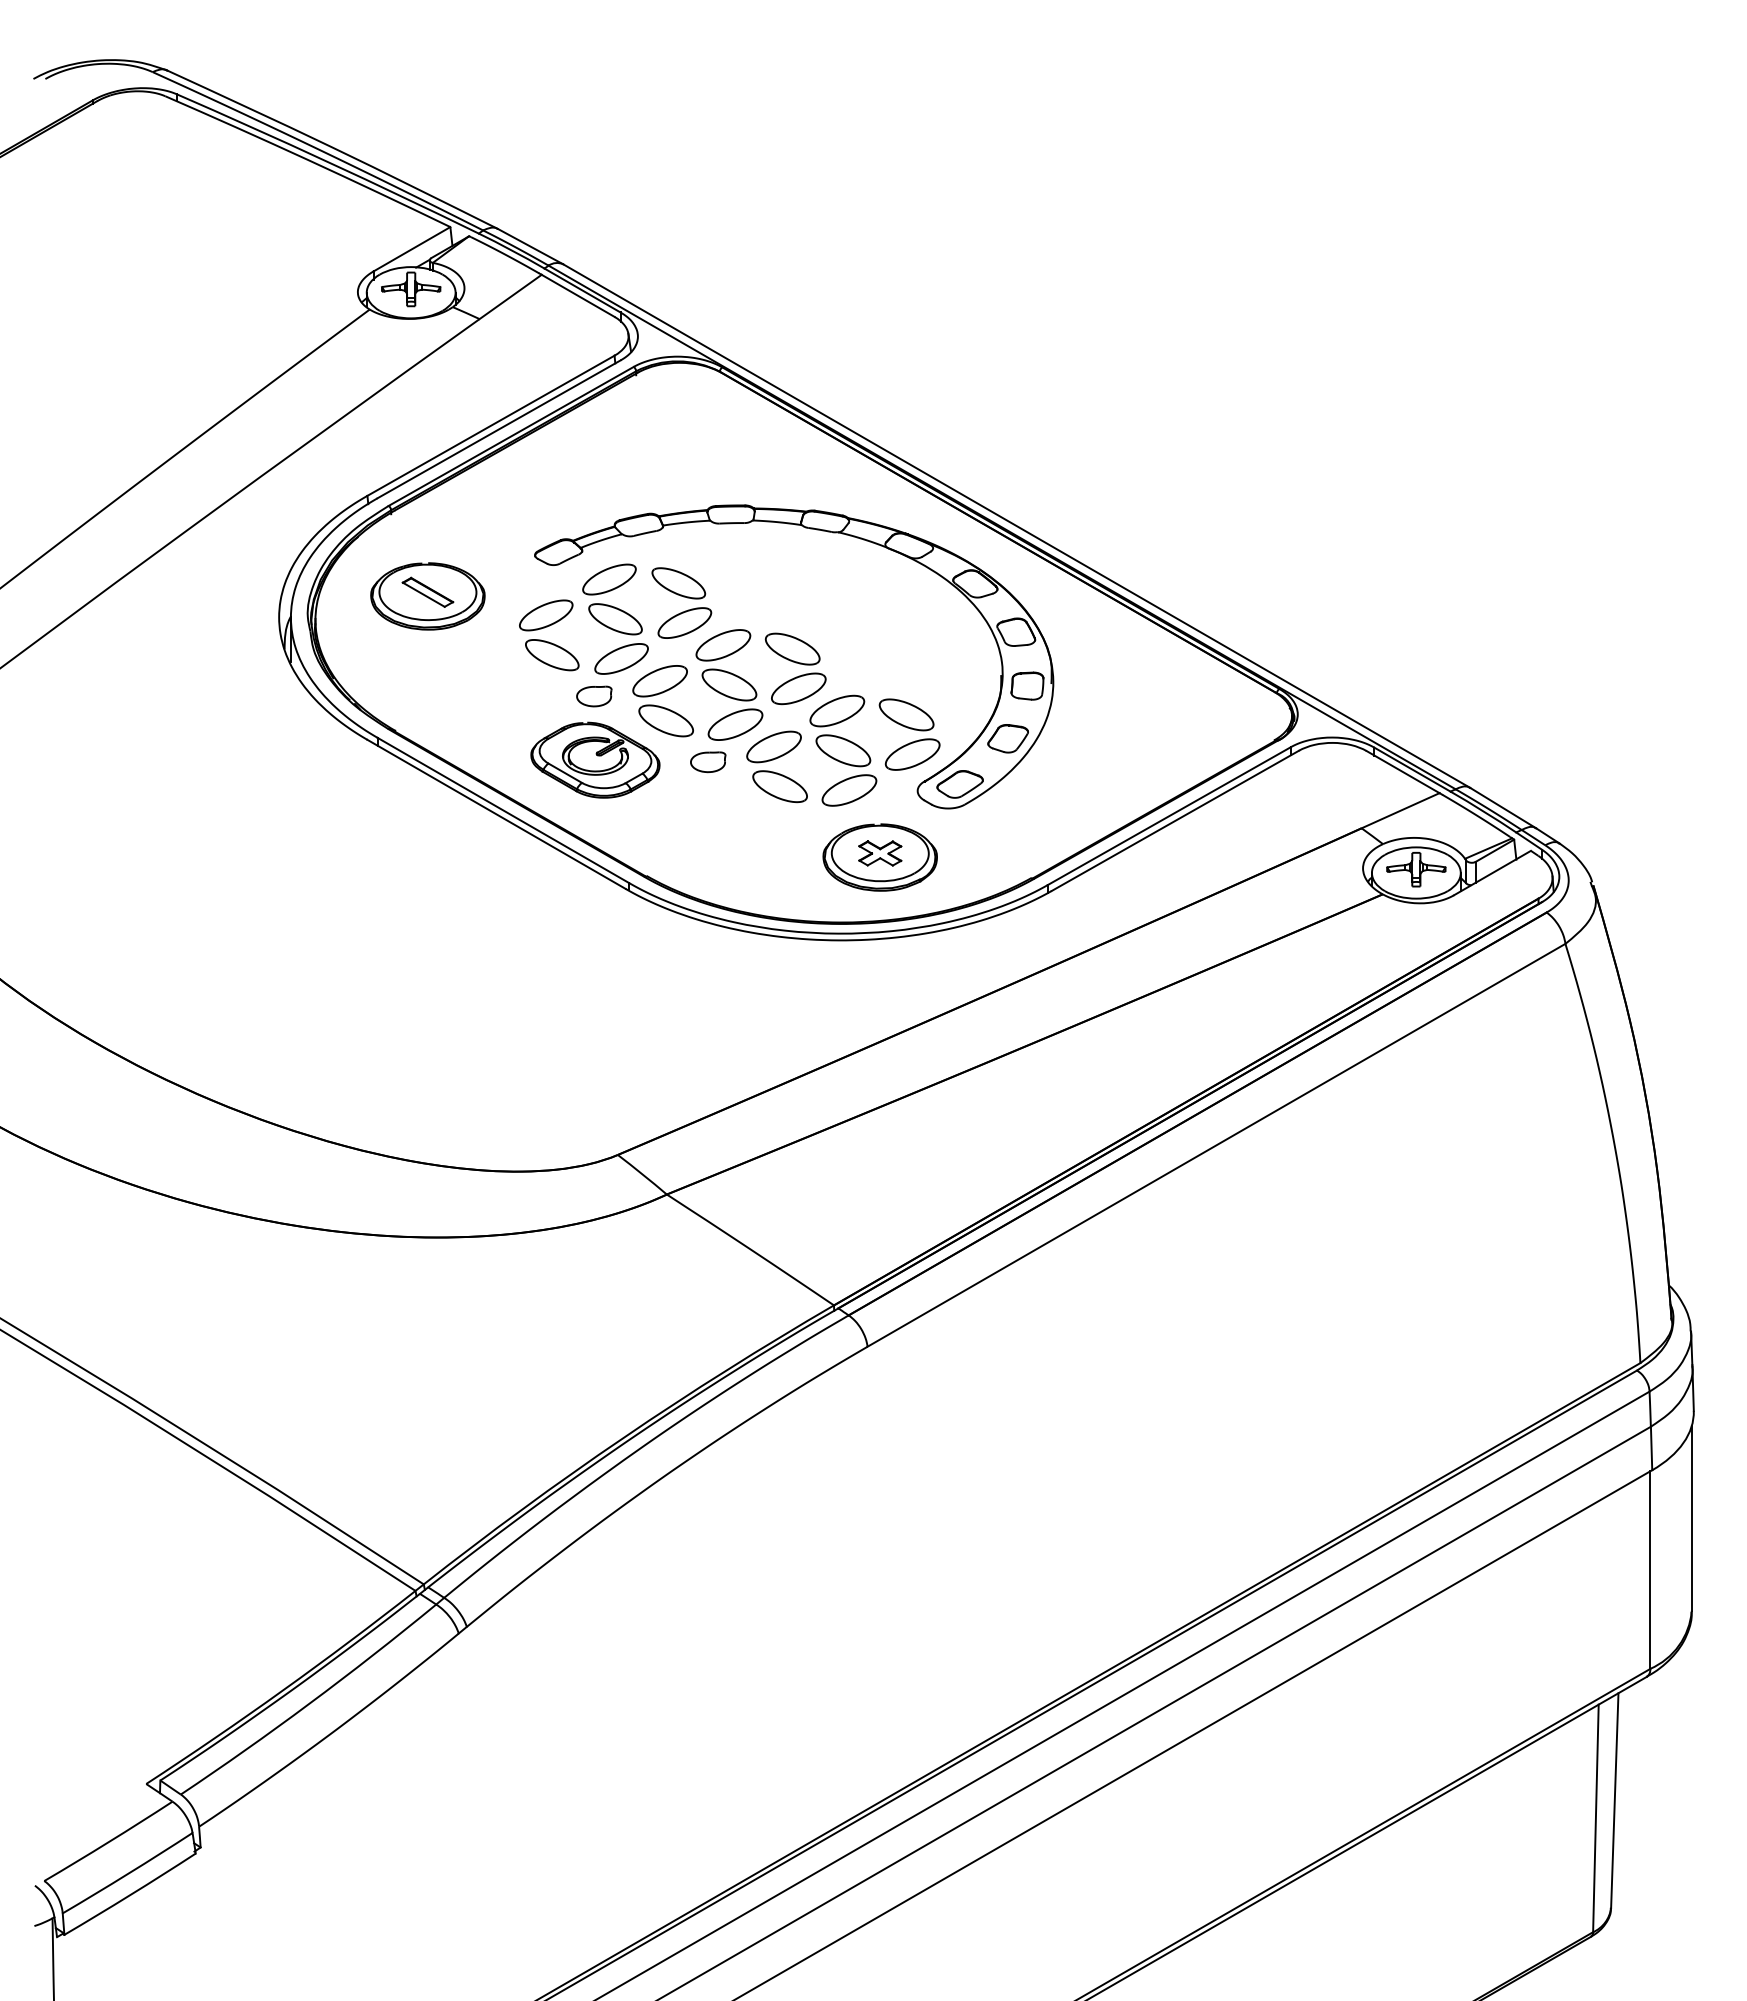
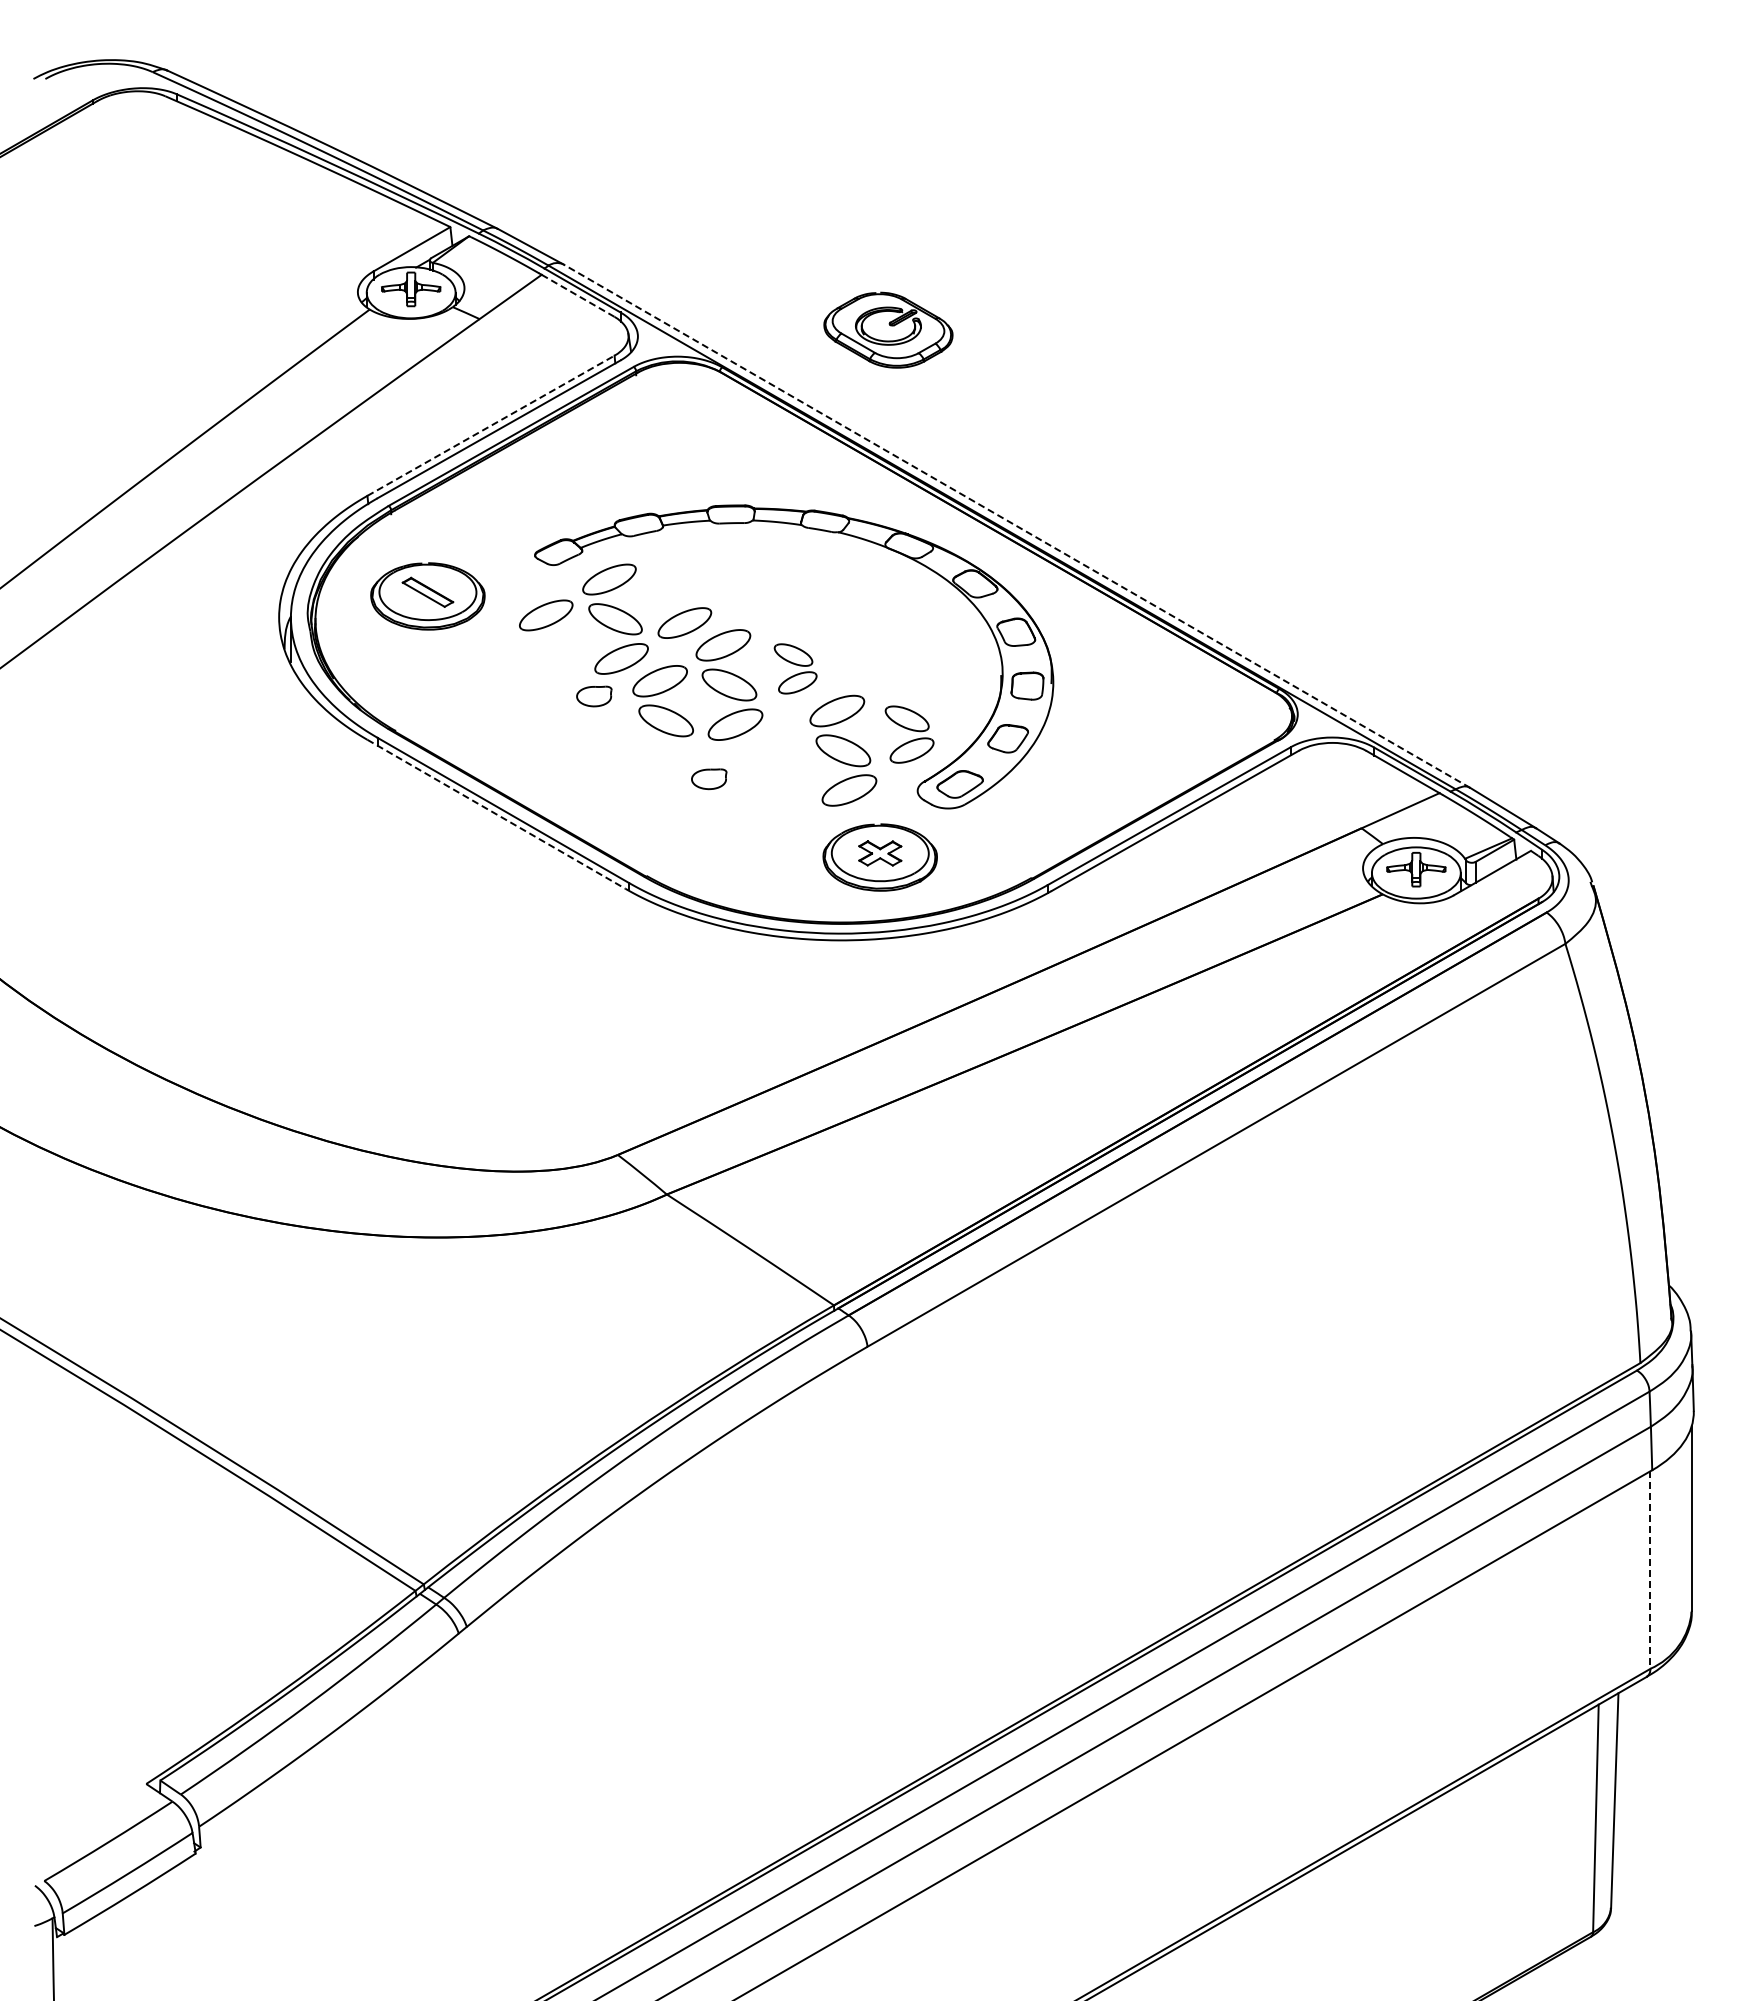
line at (578, 296): solid -> dashed
line at (491, 425): solid -> dashed
line at (1016, 526): solid -> dashed
part at (678, 583): present -> none
part at (552, 655): present -> none
part at (795, 668) size: 63x74 px -> 45x52 px
part at (909, 734) size: 63x73 px -> 51x59 px
part at (595, 759) position: (595, 759) -> (888, 329)
part at (708, 762) position: (708, 762) -> (709, 779)
part at (776, 766): present -> none
line at (496, 814): solid -> dashed
line at (1650, 1570): solid -> dashed
